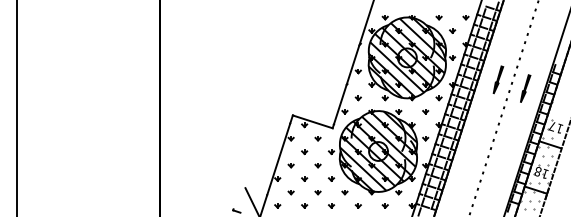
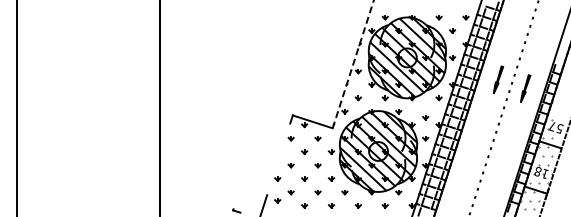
line at (353, 64): solid -> dashed
part at (425, 111) position: (425, 111) -> (425, 117)
text at (559, 128): 17 -> 57
line at (278, 159): present -> none
line at (251, 200): present -> none
part at (277, 205) position: (277, 205) -> (277, 200)
